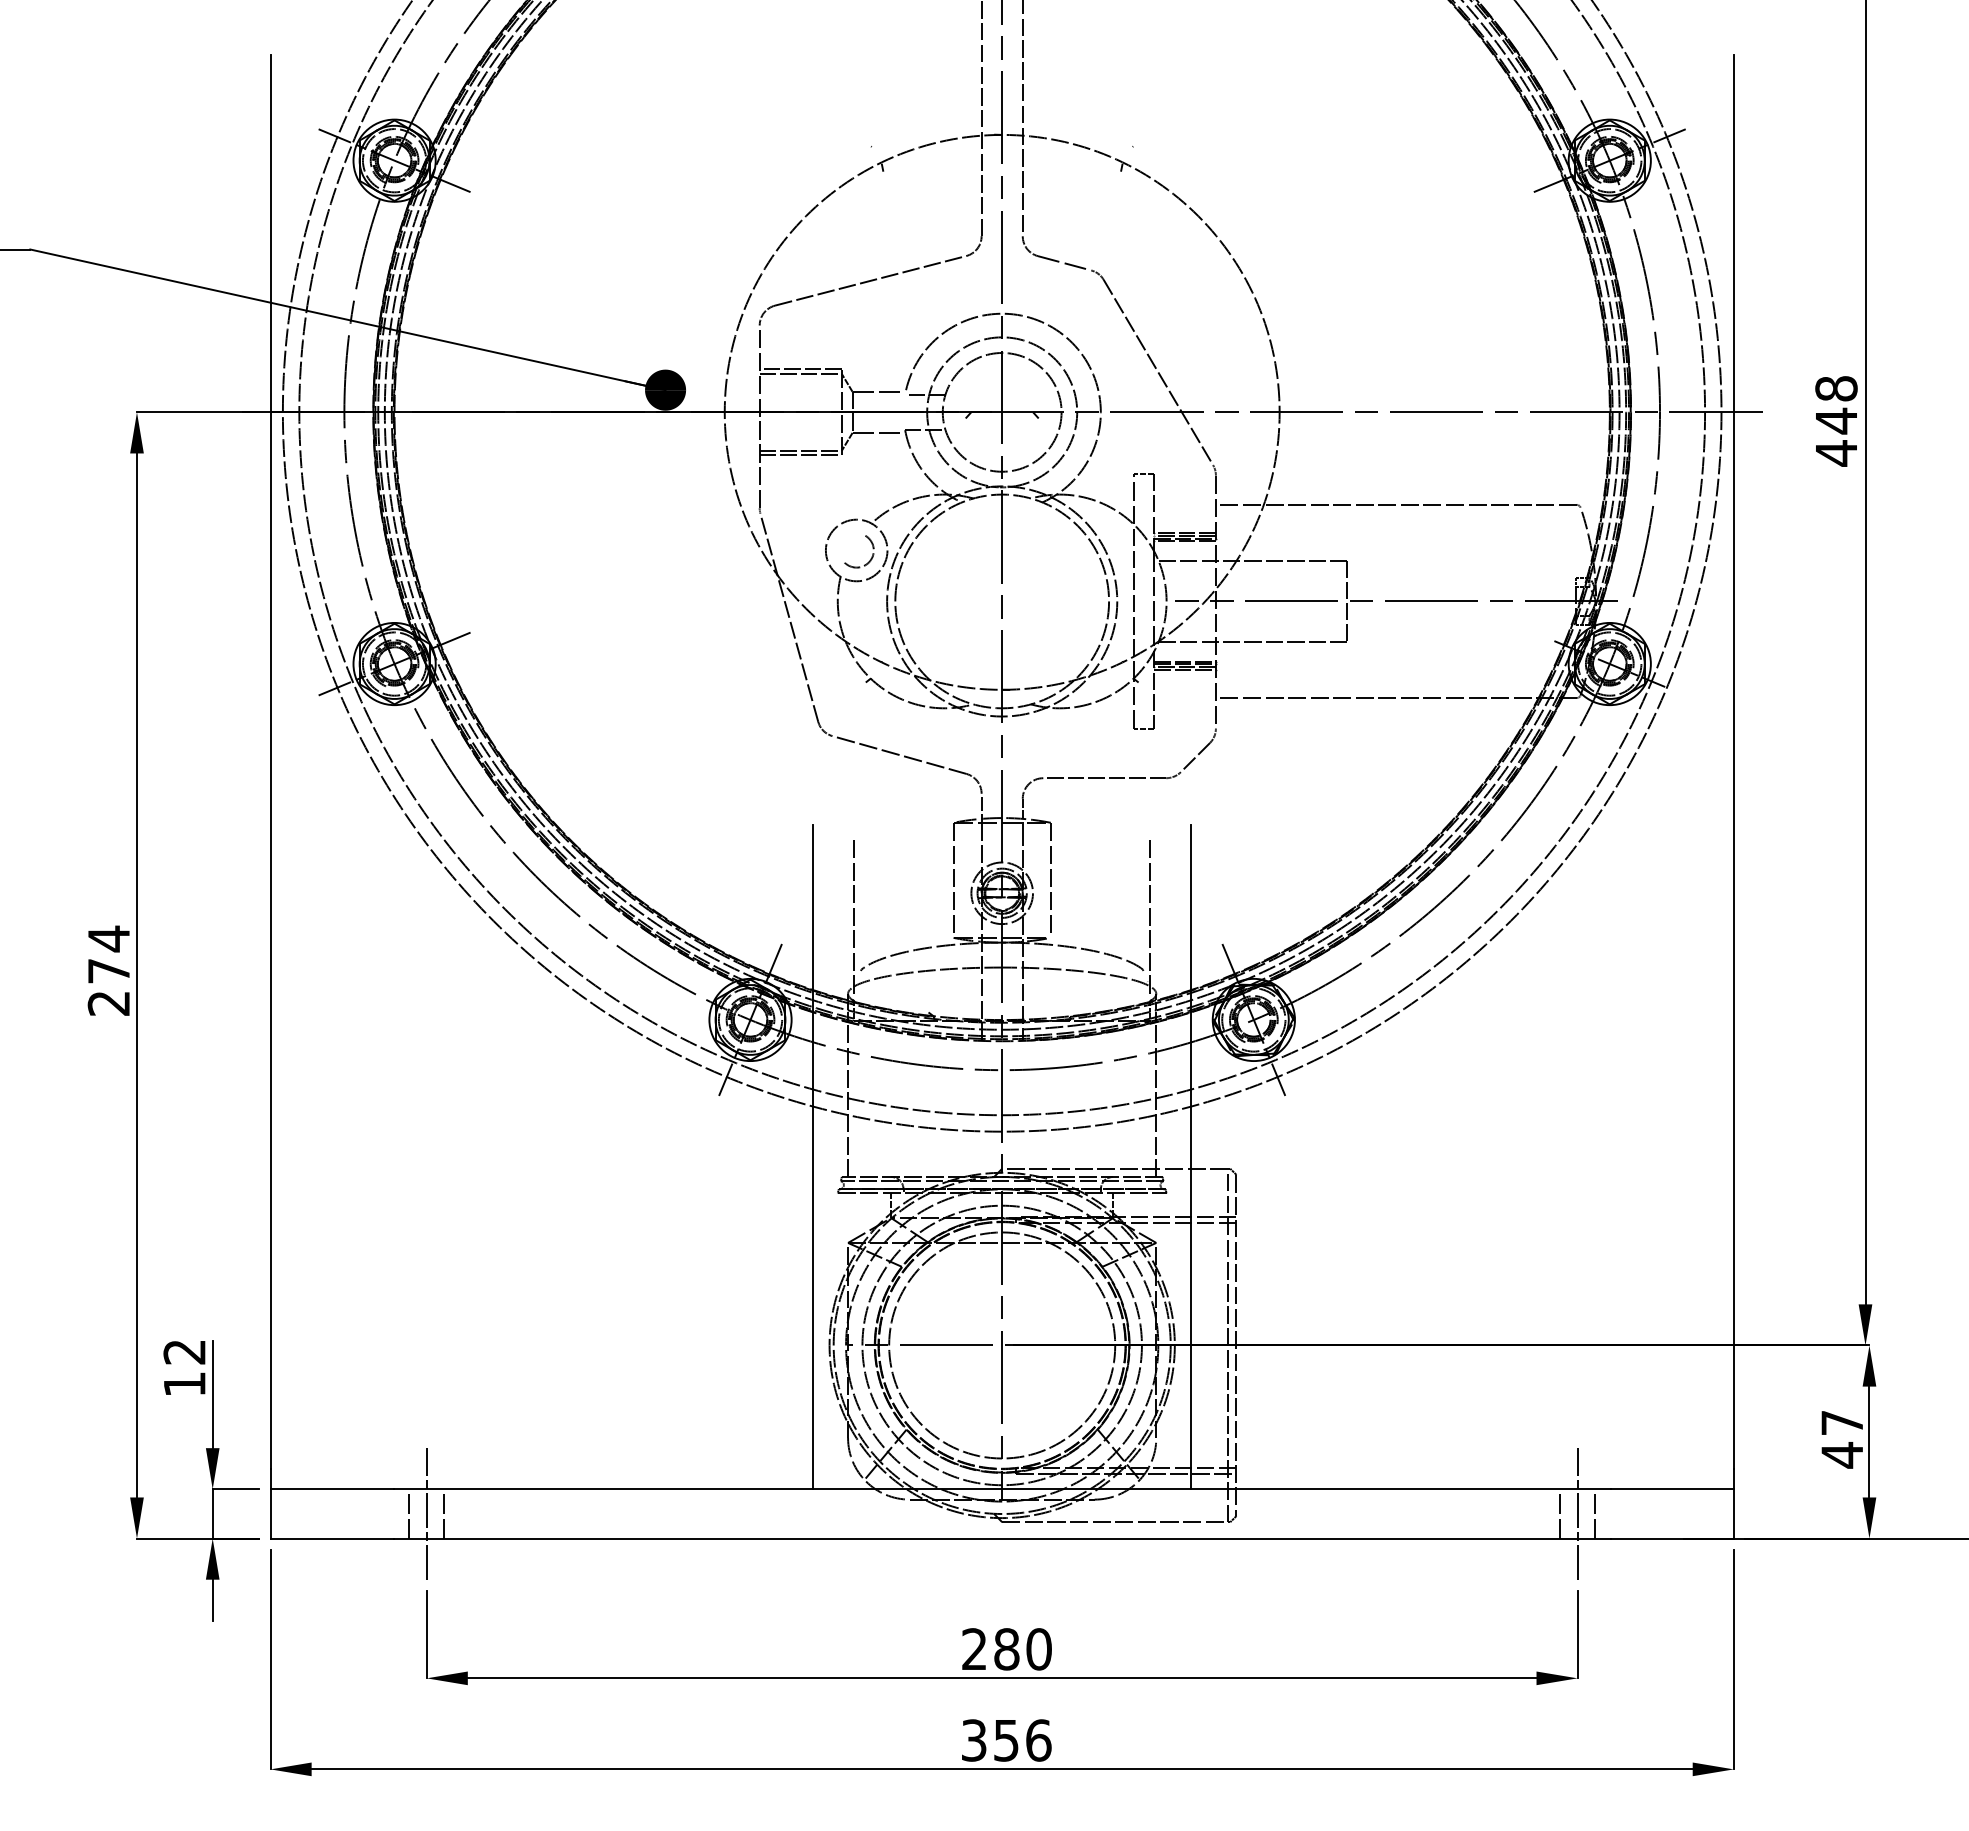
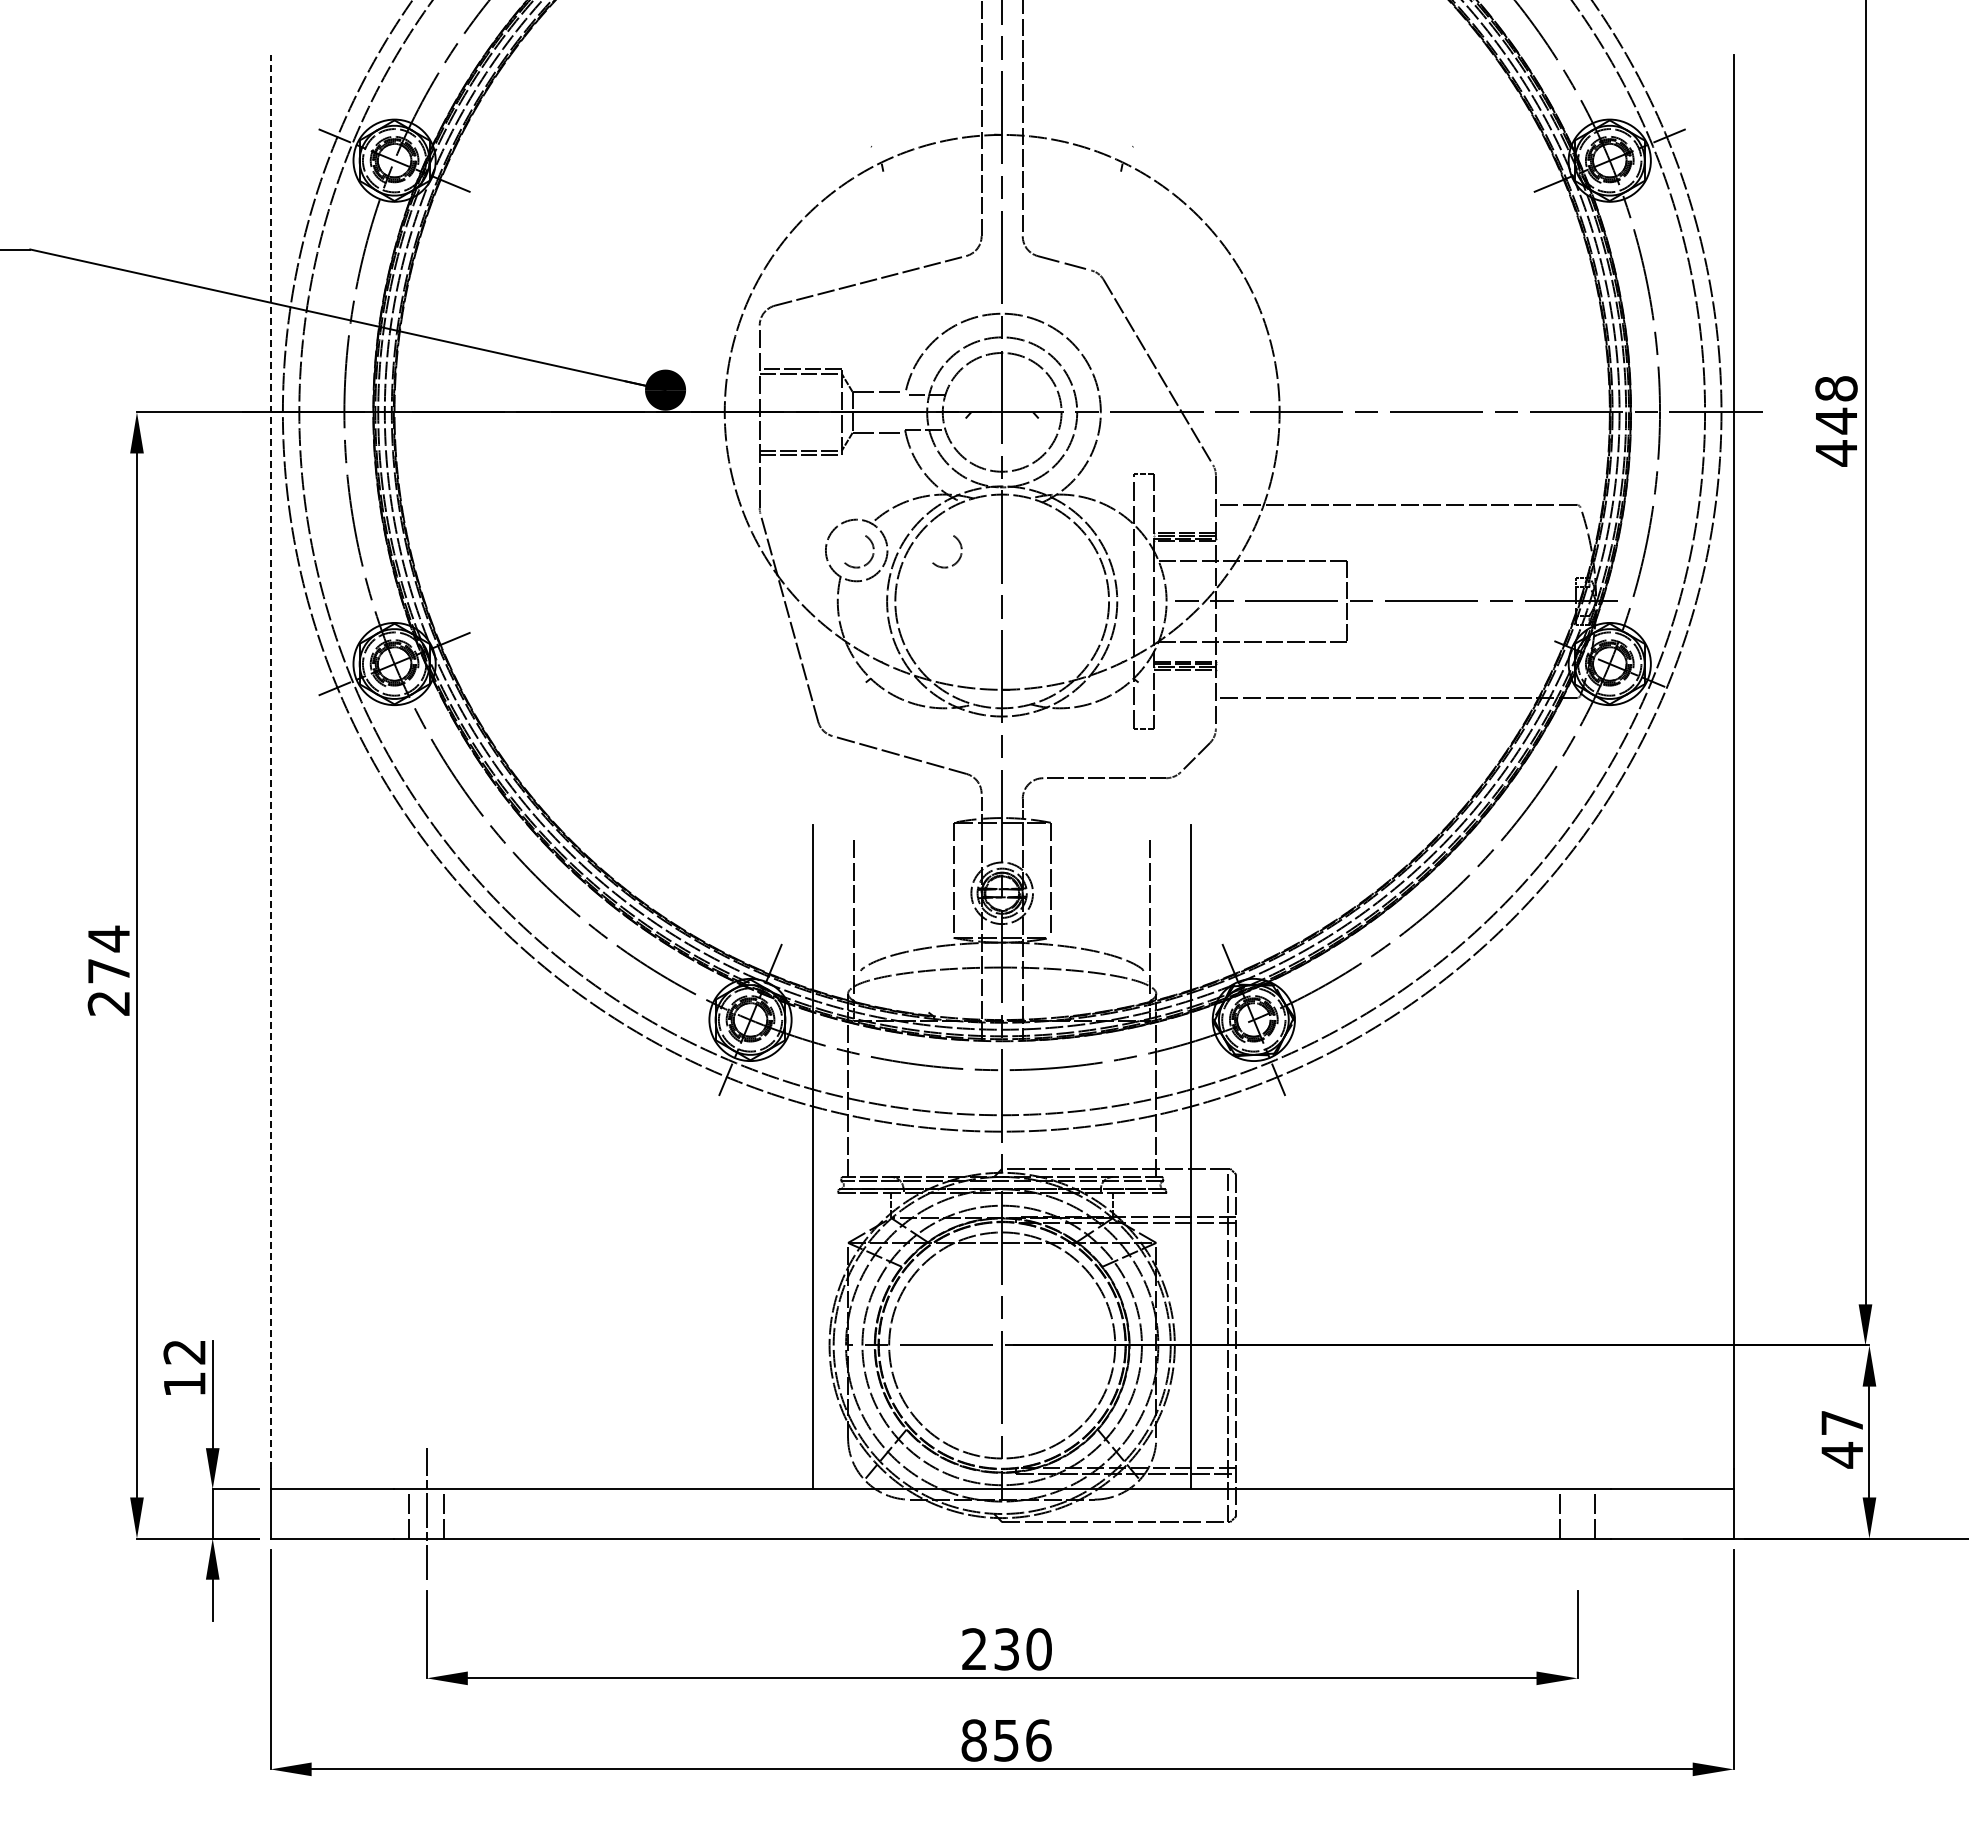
part at (959, 556): none -> present
line at (270, 761): solid -> dashed
line at (1577, 1513): present -> none
text at (1006, 1649): 280 -> 230
text at (973, 1740): 356 -> 856
